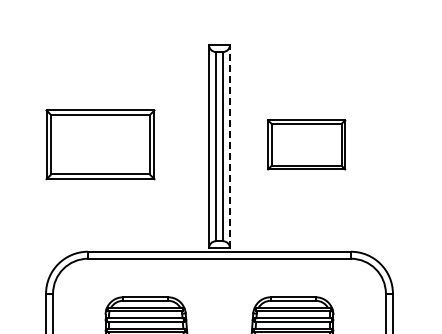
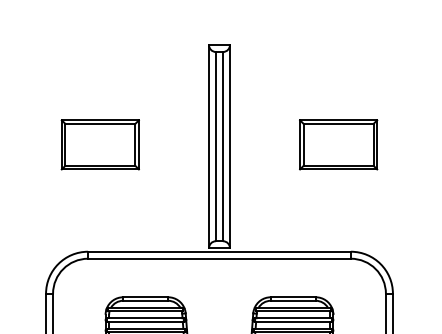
part at (100, 144) size: 111x72 px -> 80x52 px
part at (306, 144) position: (306, 144) -> (338, 144)
line at (230, 146): dashed -> solid
